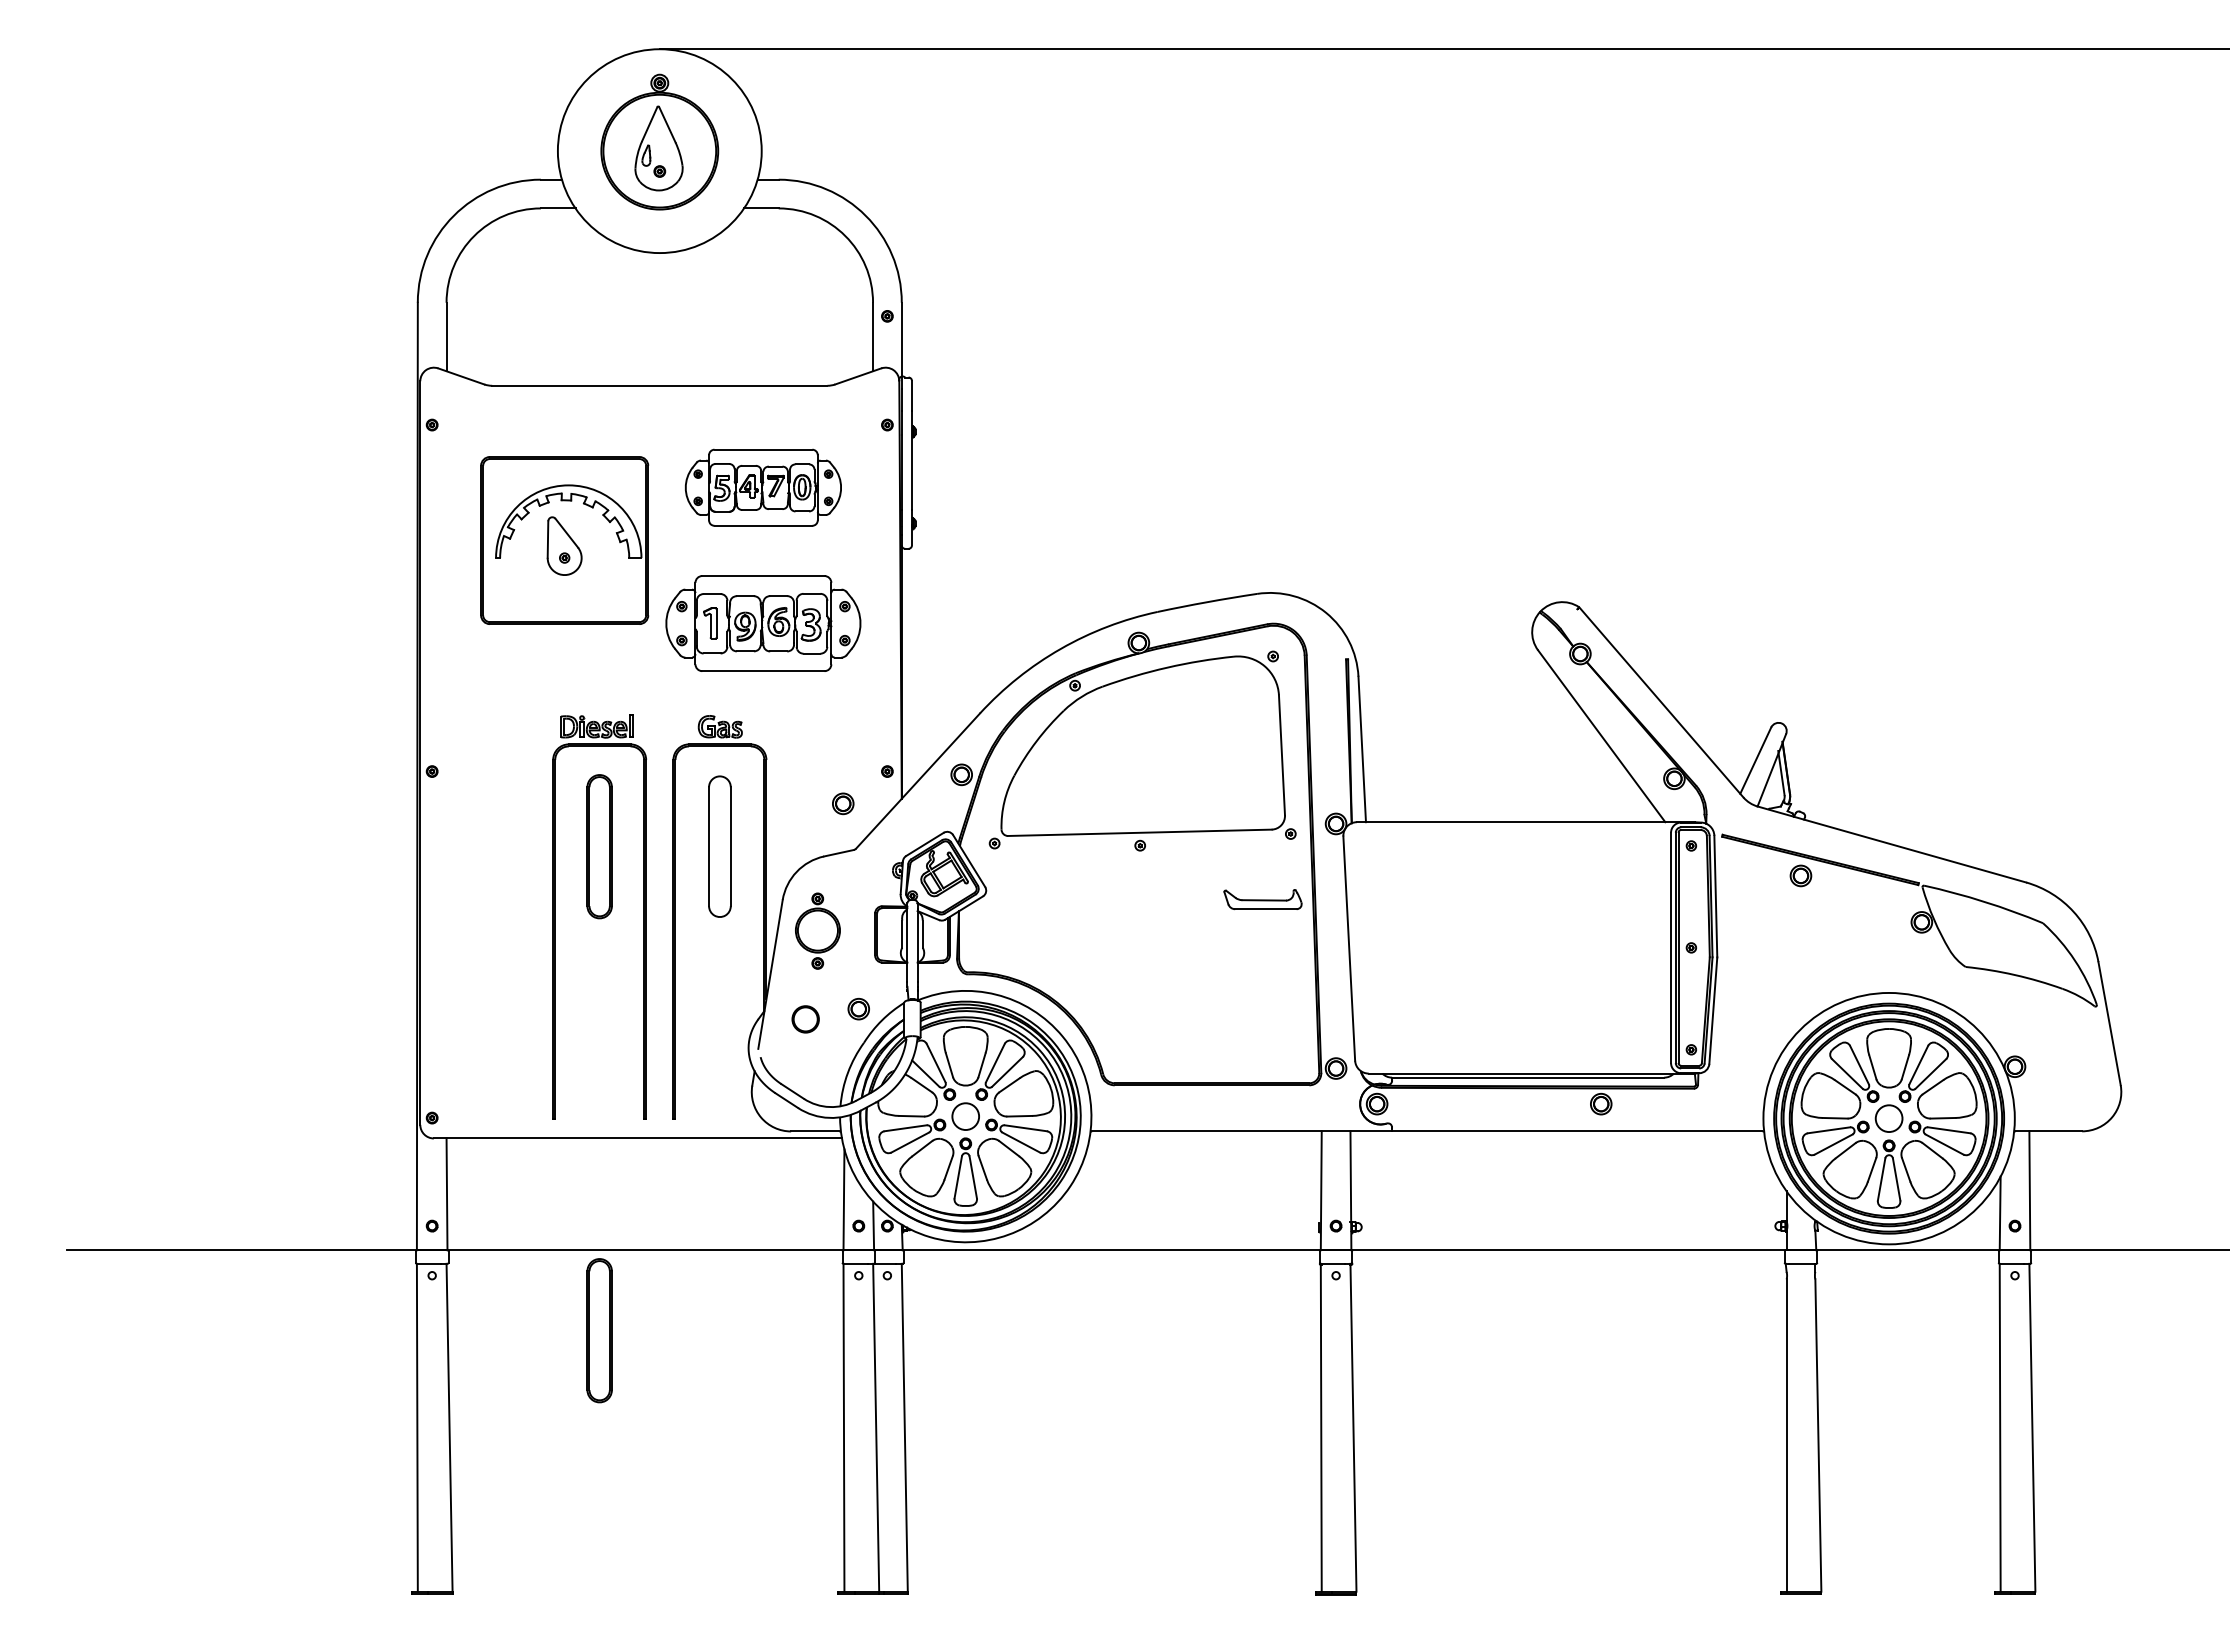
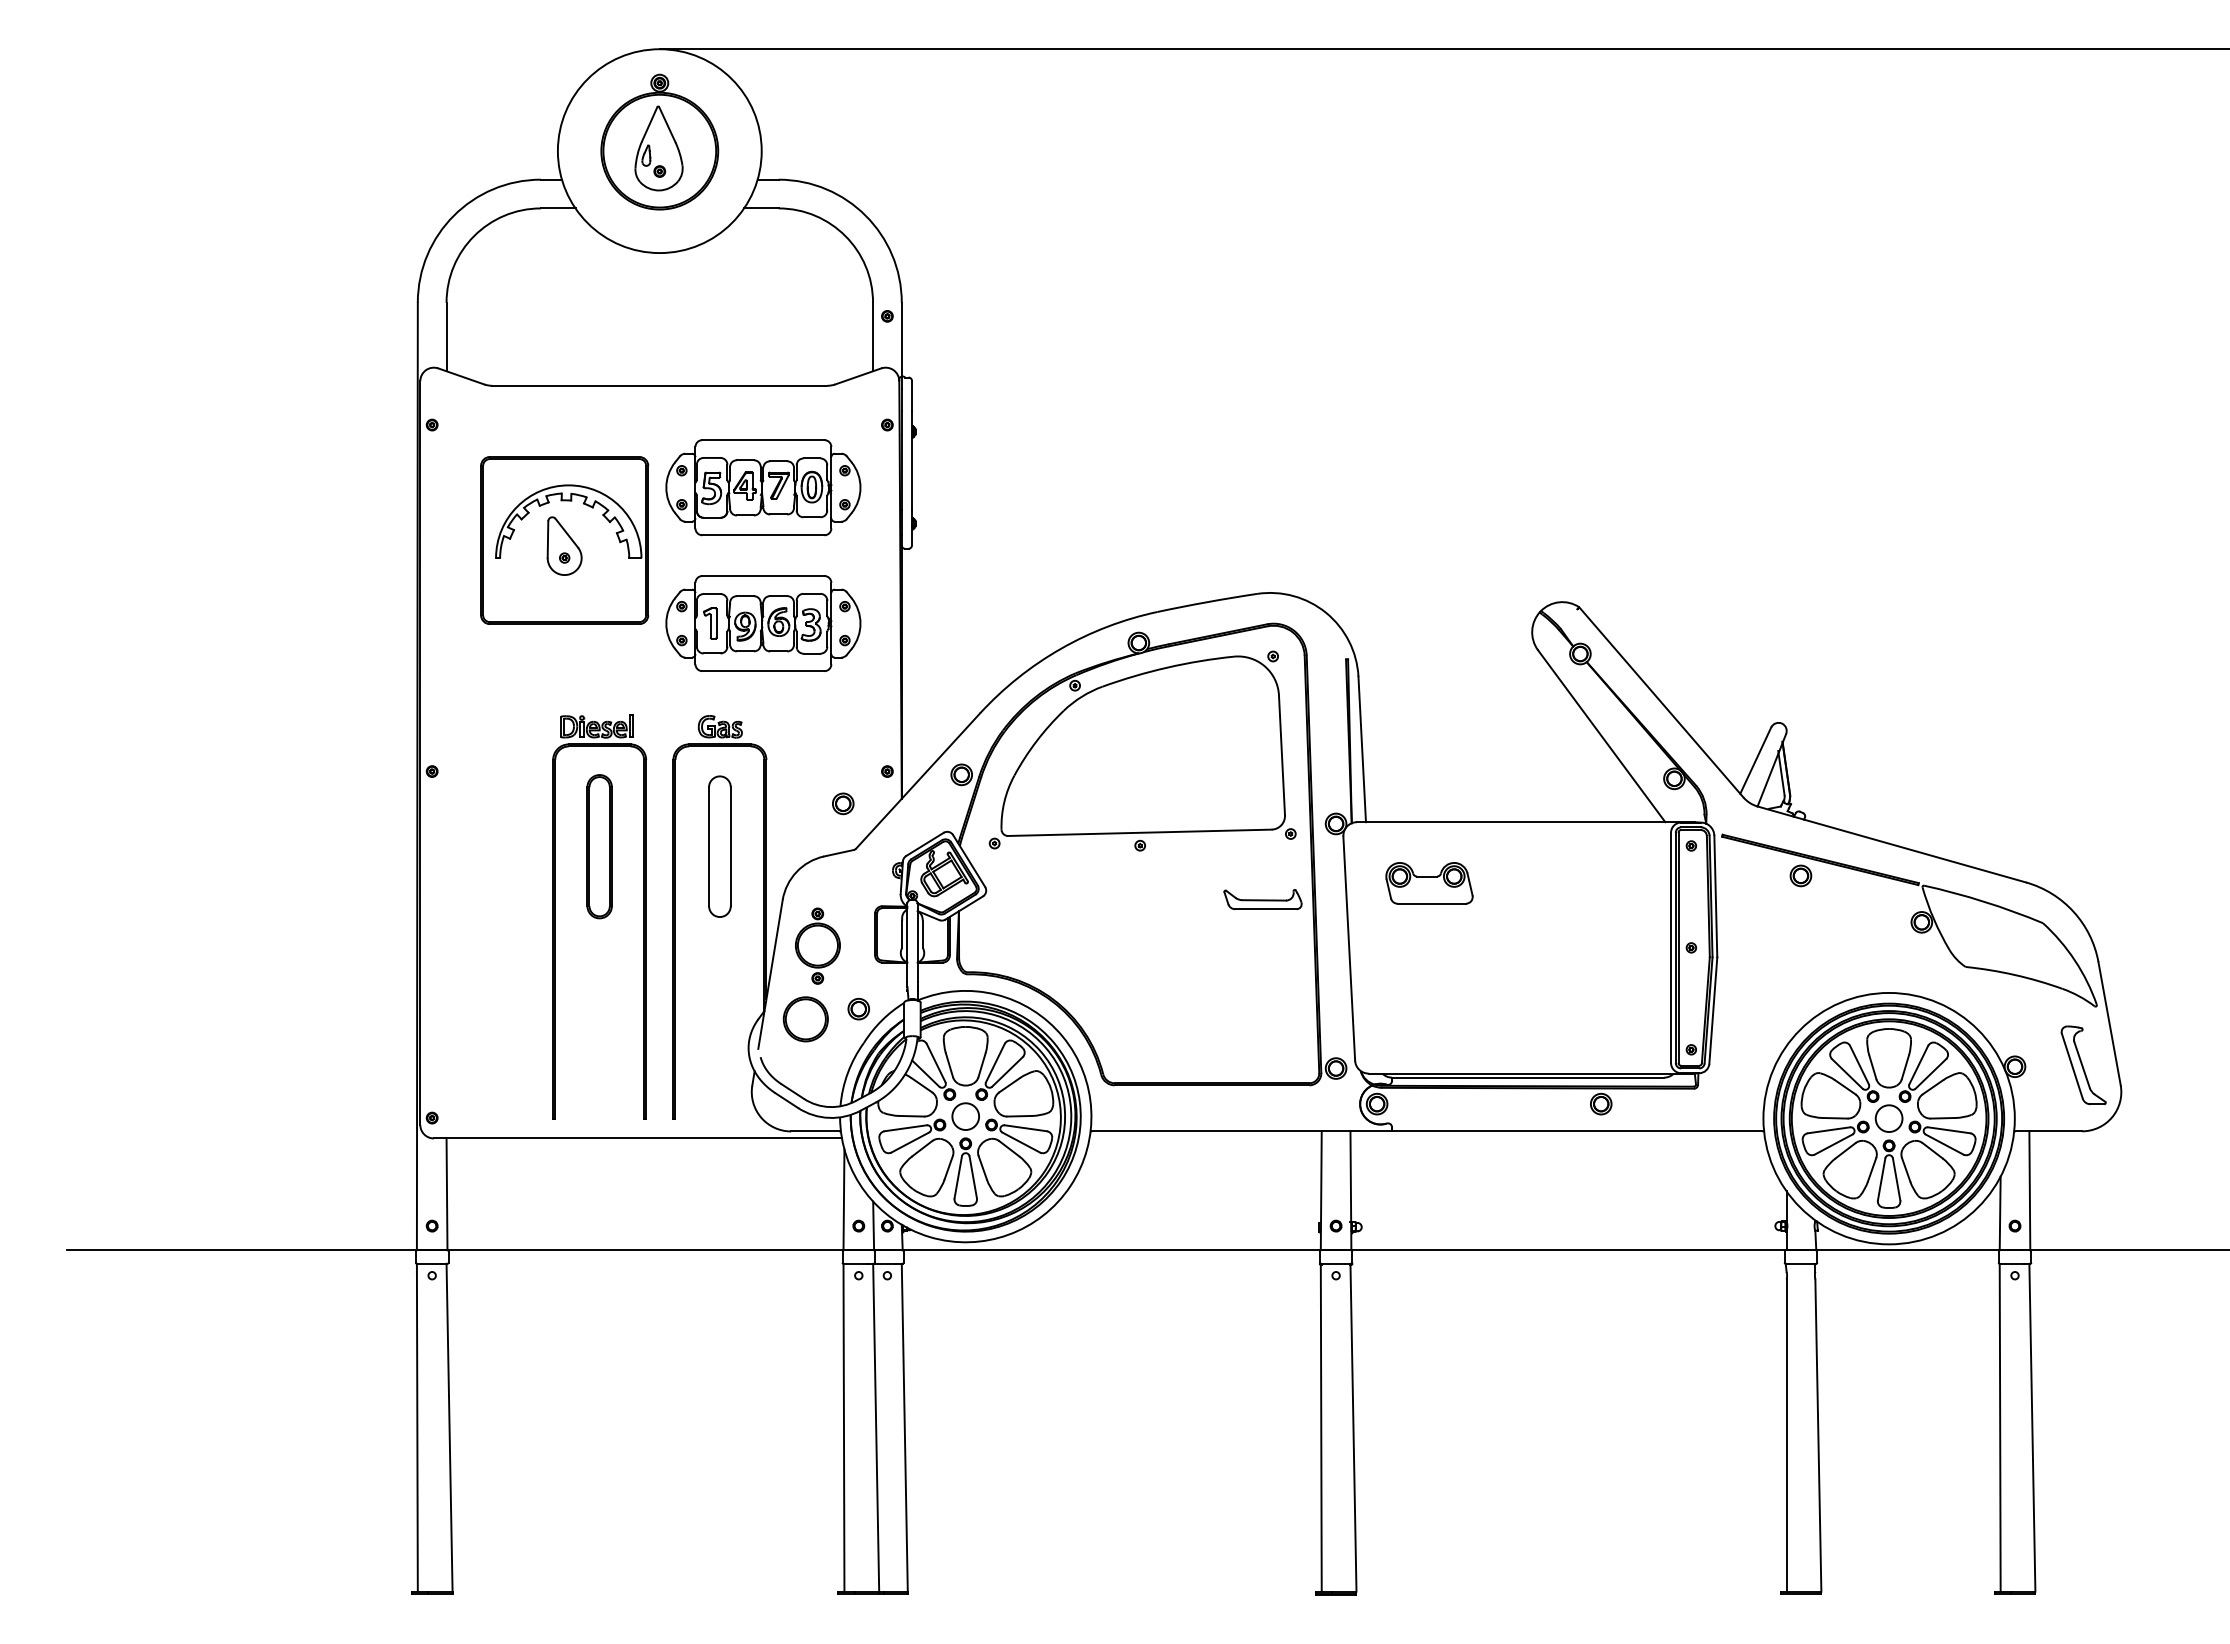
part at (762, 487) size: 158x79 px -> 197x98 px
part at (1429, 883): none -> present
part at (817, 930) position: (817, 930) -> (817, 945)
part at (805, 1019) size: 29x29 px -> 47x47 px
part at (2083, 1065): none -> present
part at (599, 1330): present -> none
